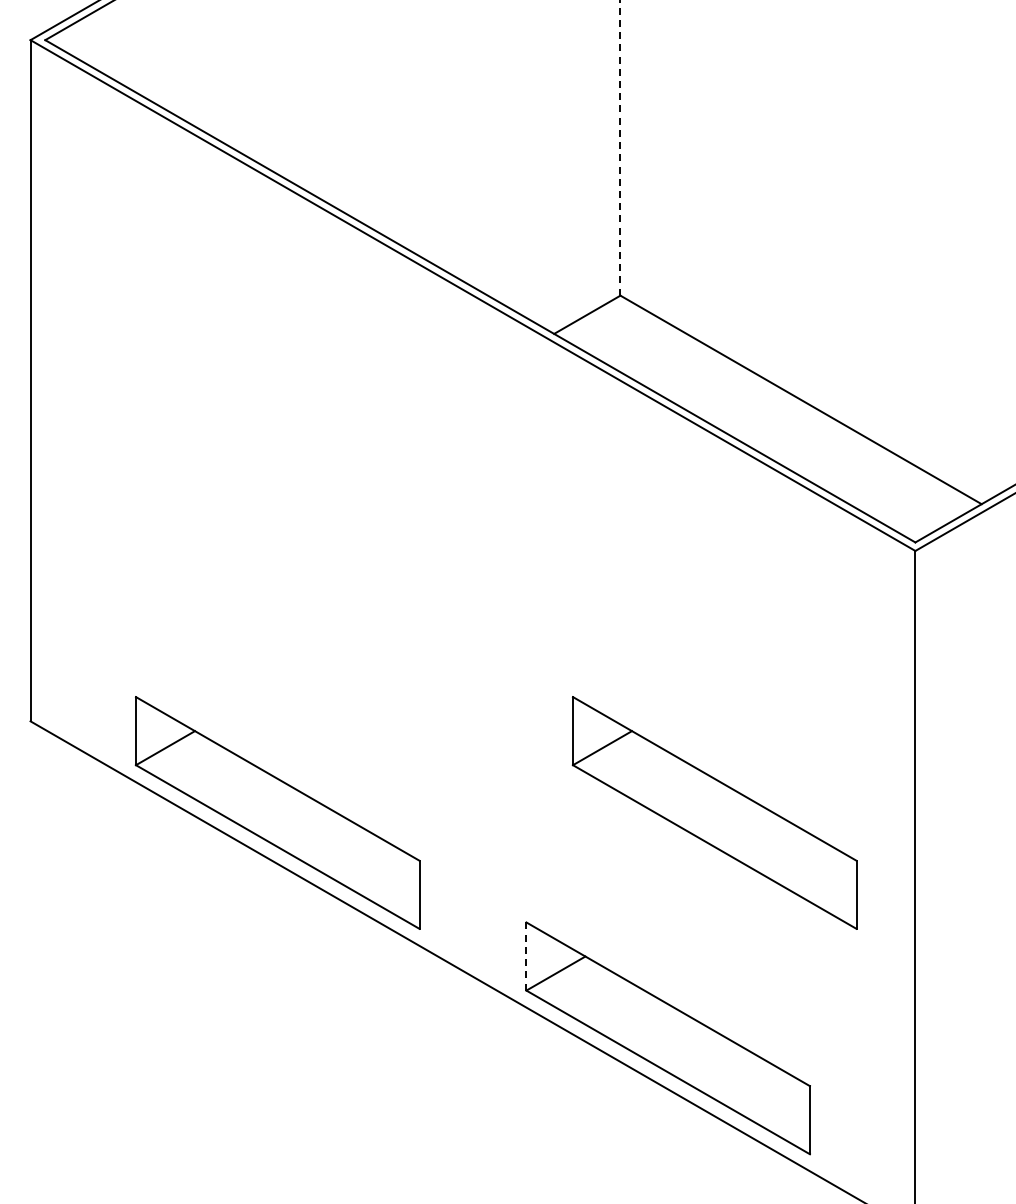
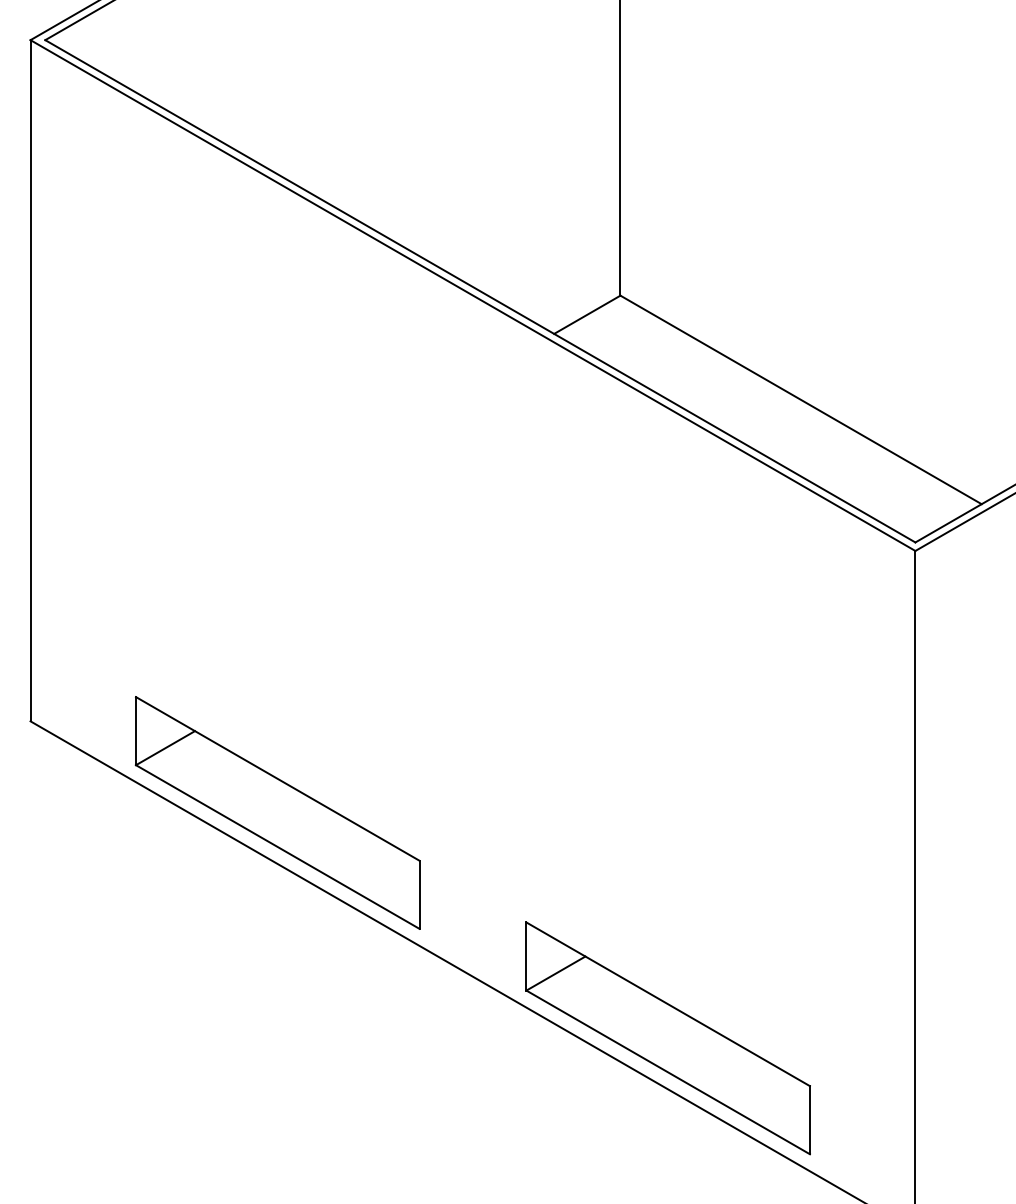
line at (620, 147): dashed -> solid
part at (714, 812): present -> none
line at (526, 957): dashed -> solid
